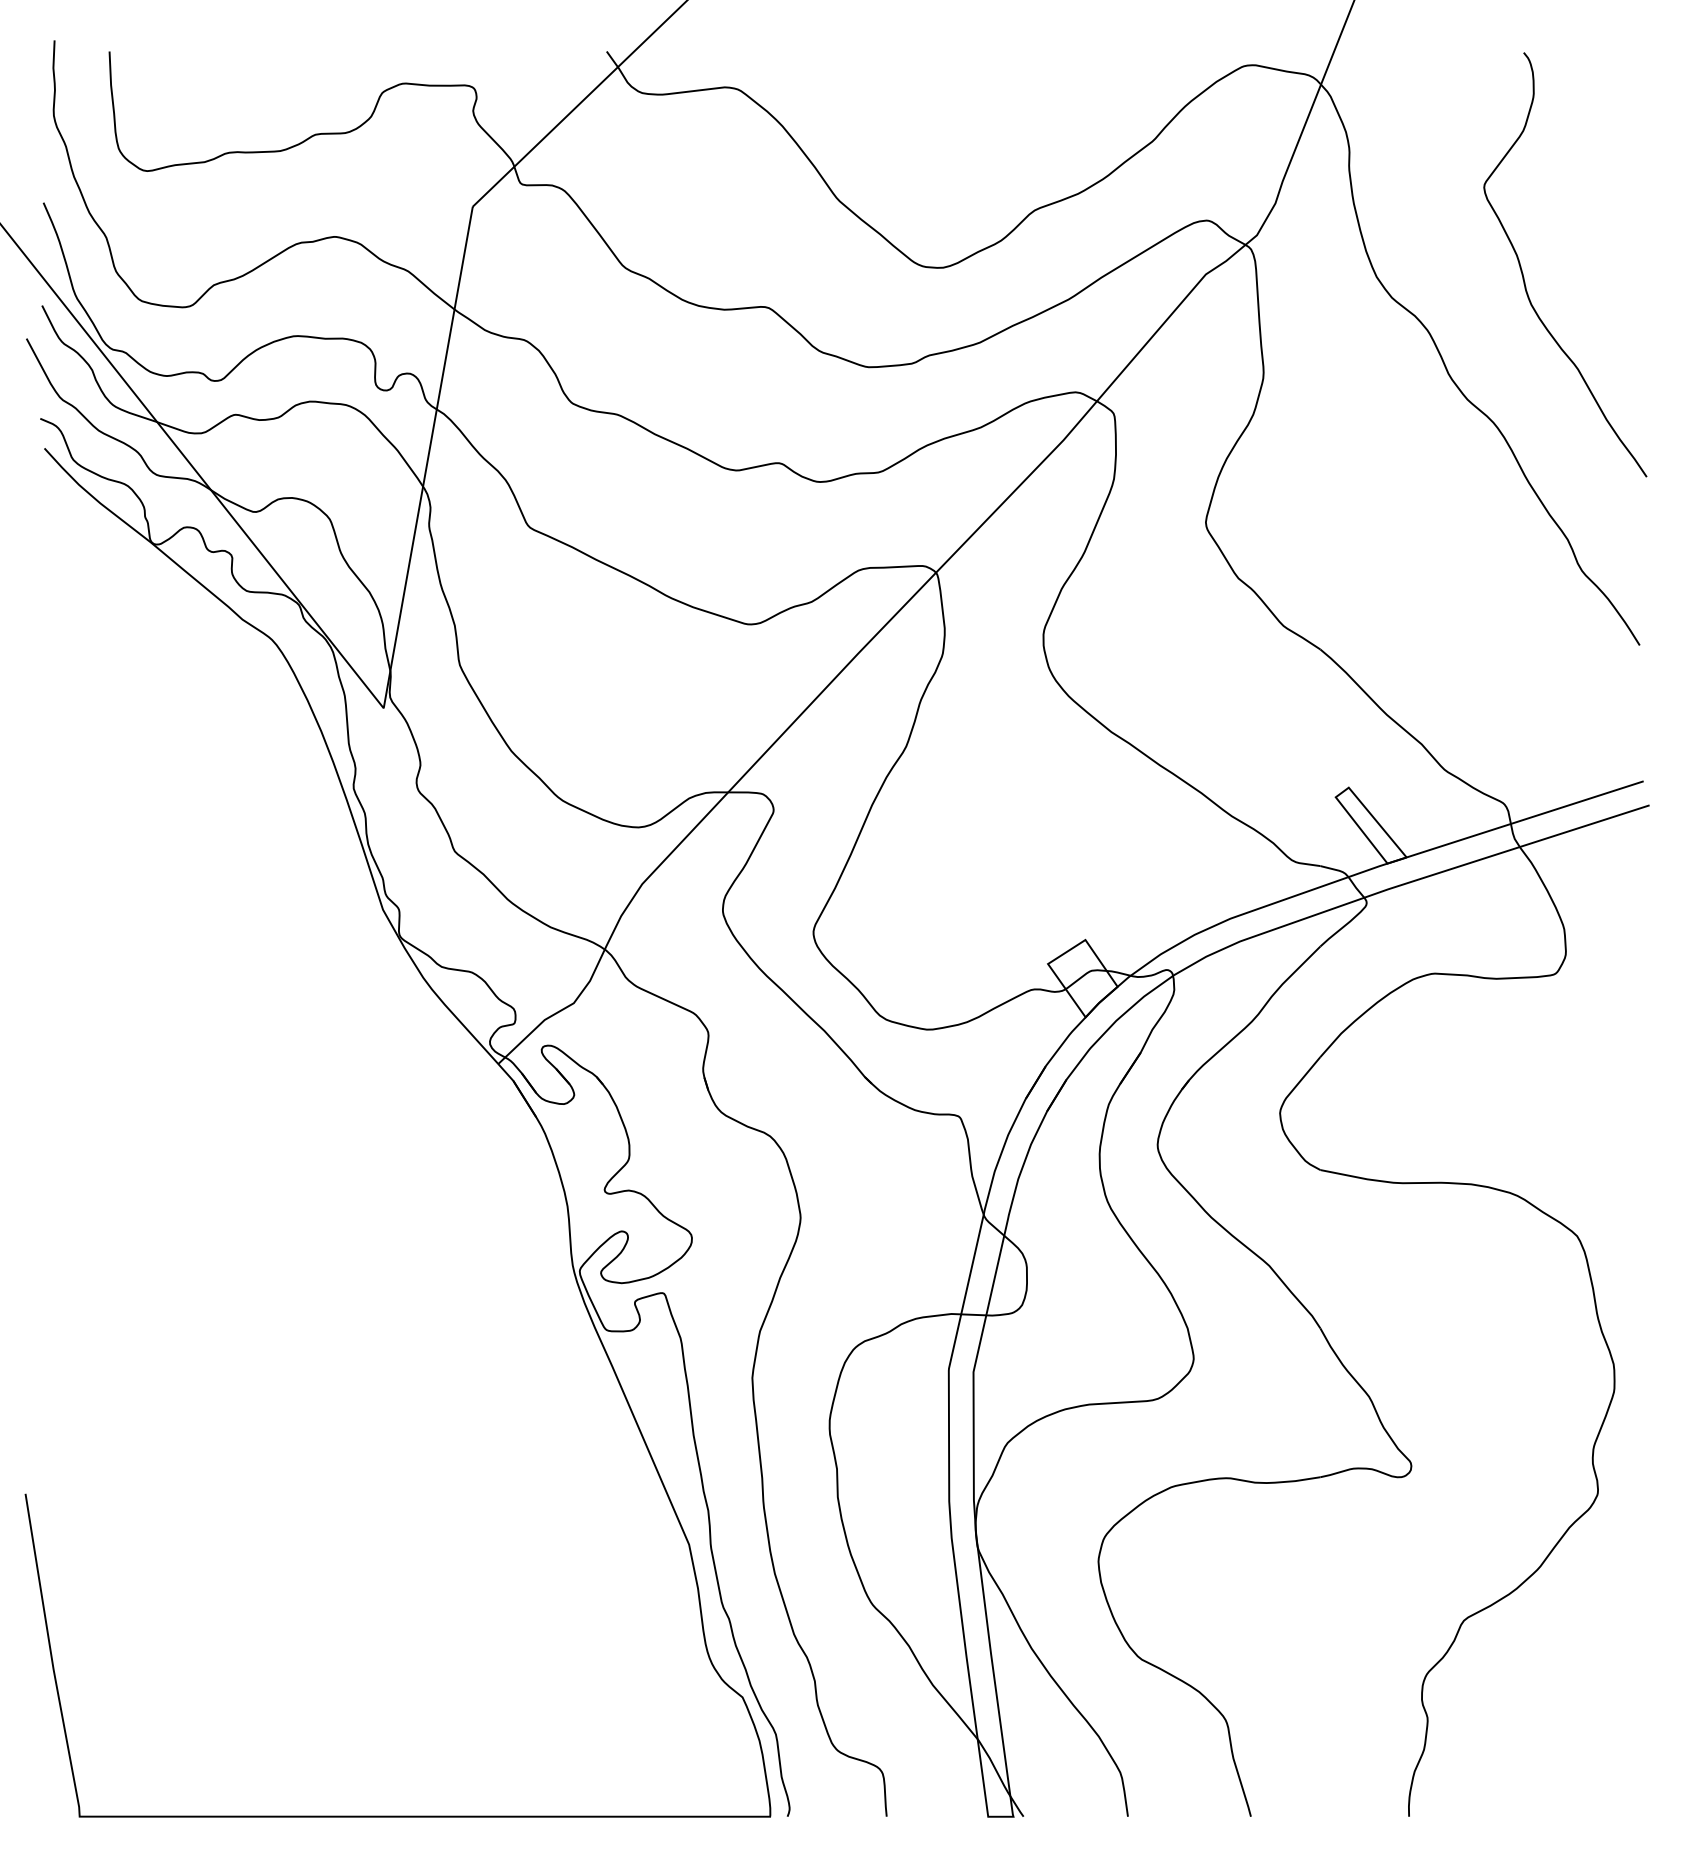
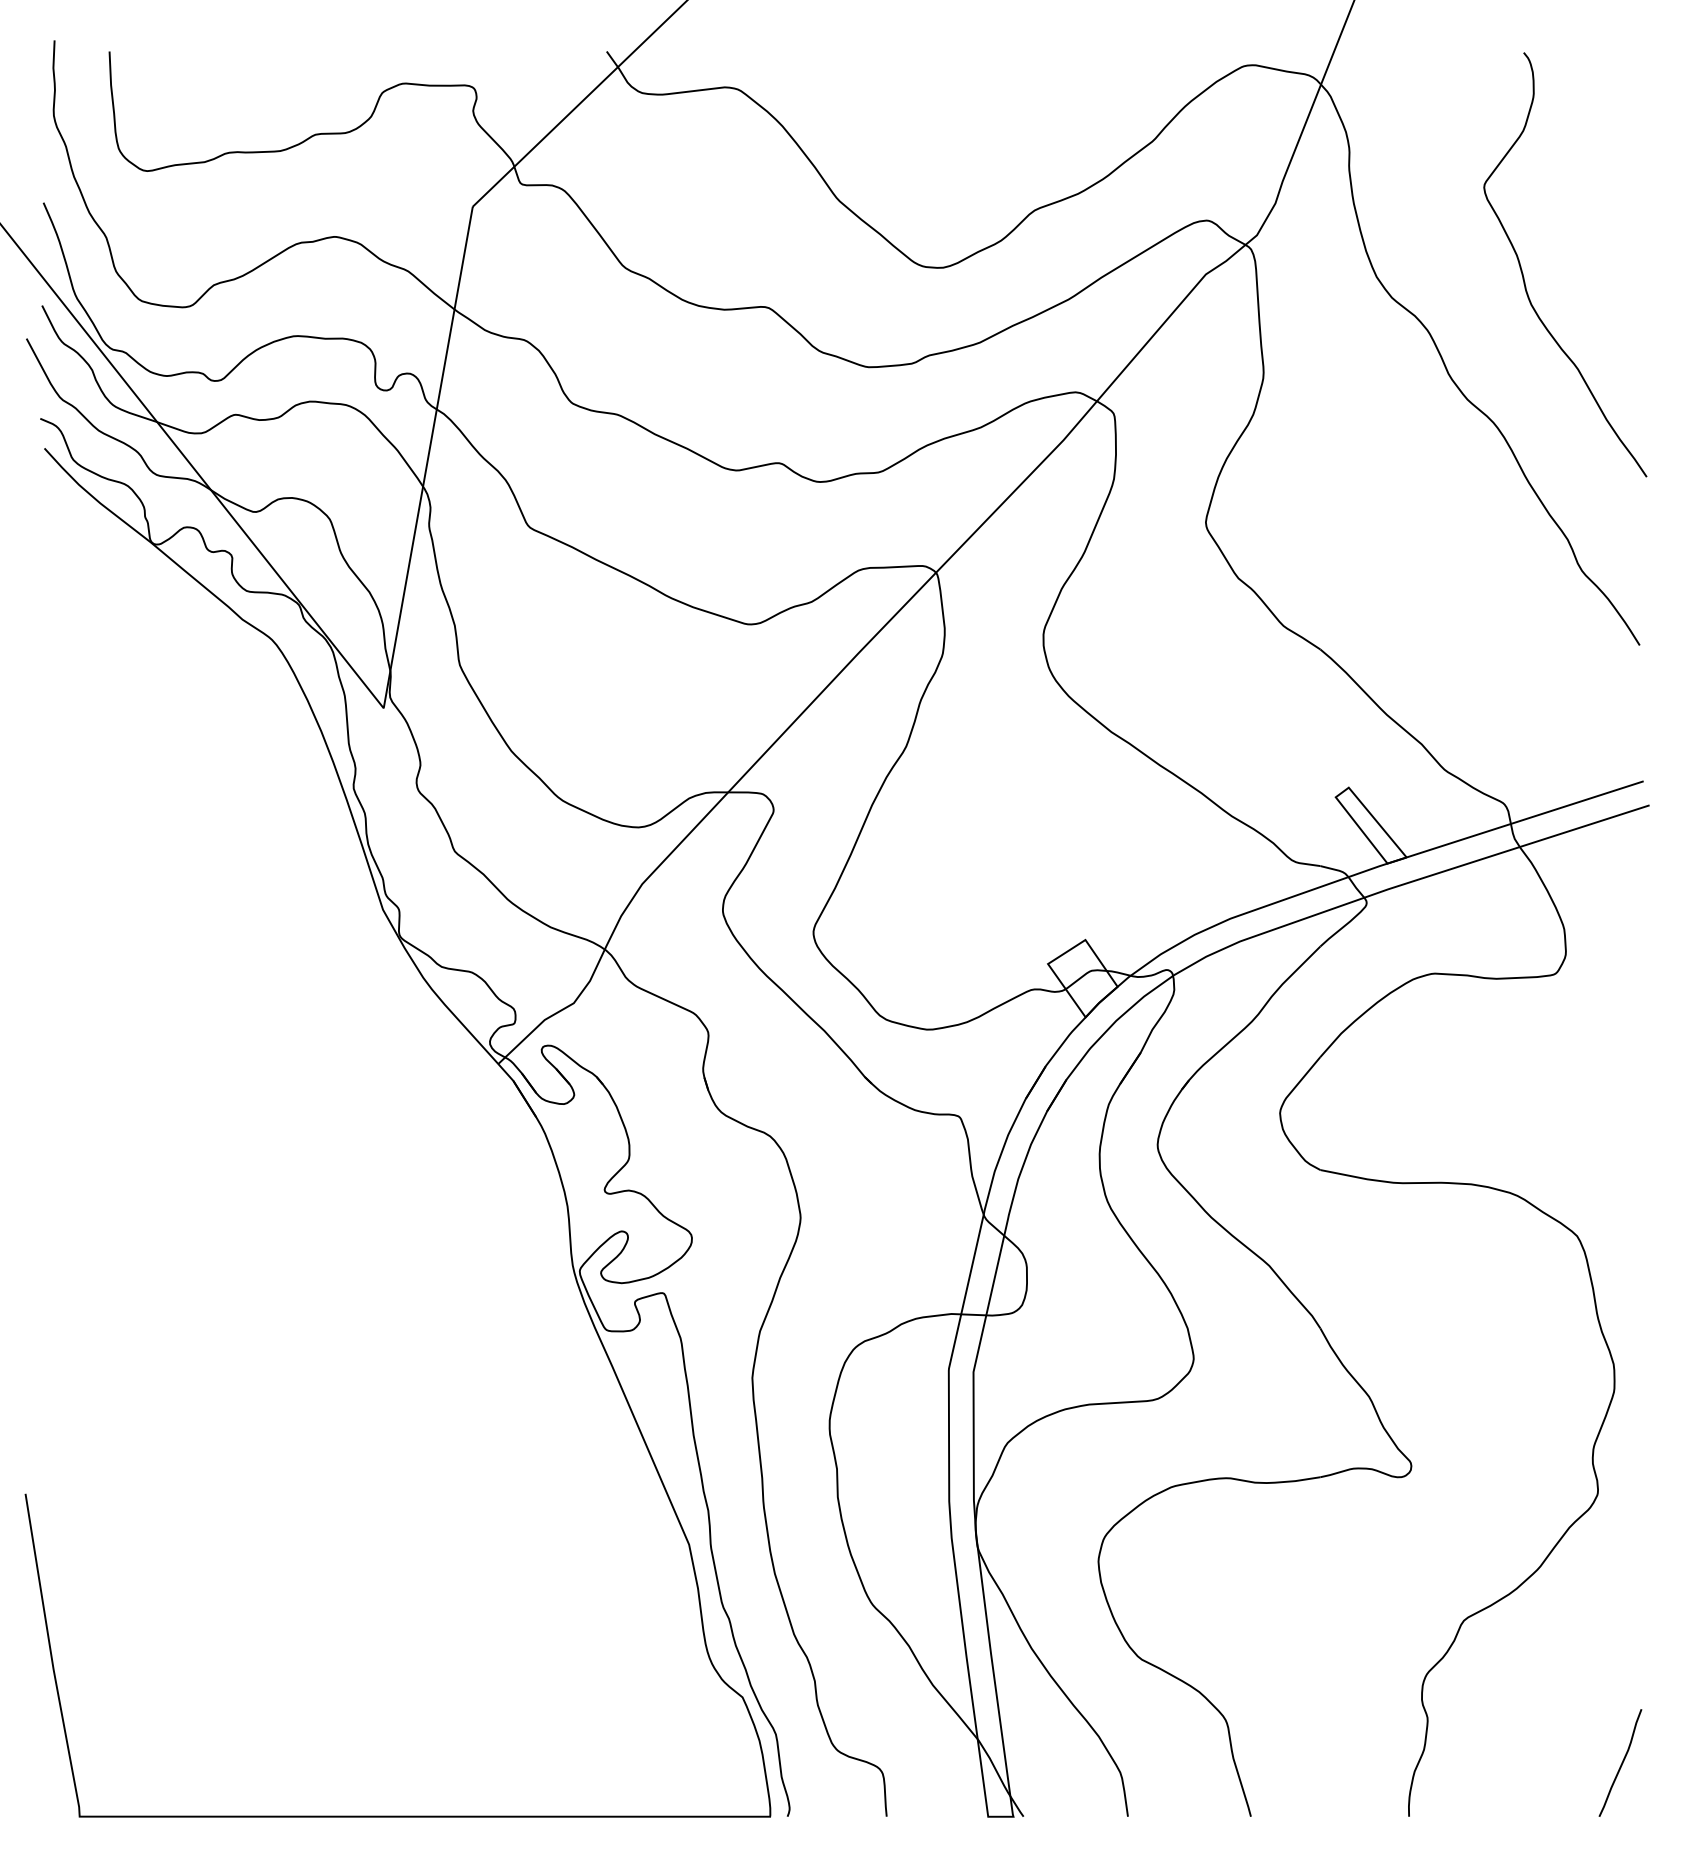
curve at (1621, 1762): none -> present
